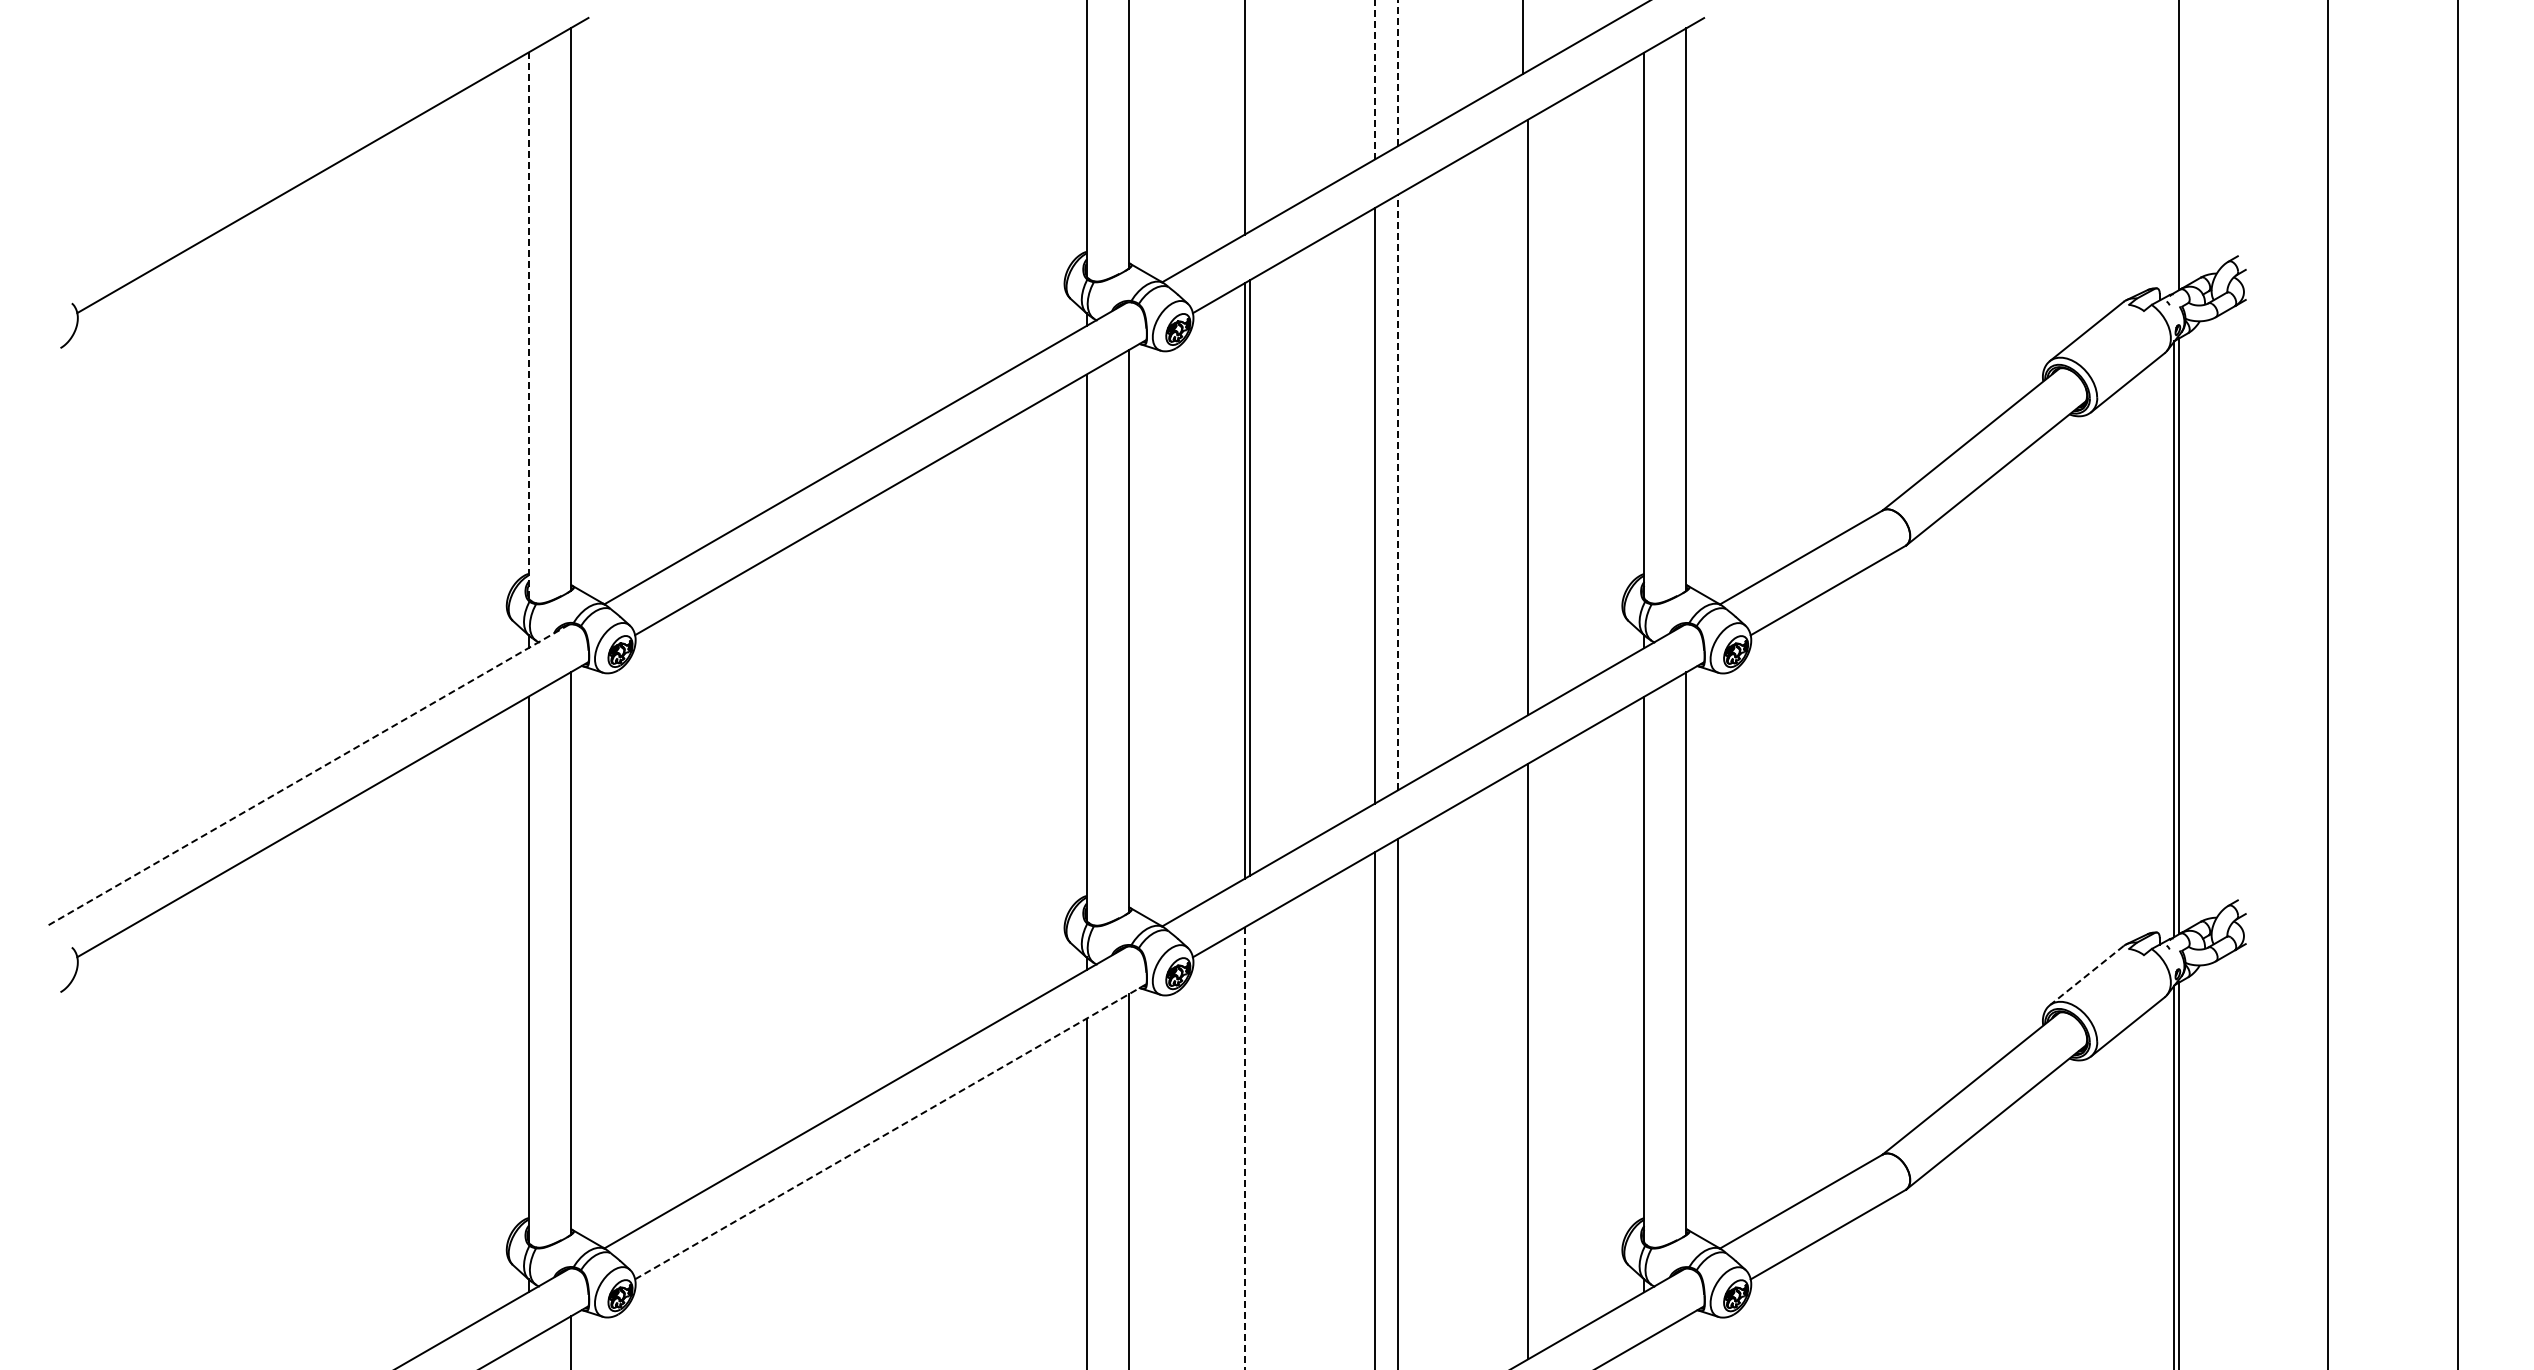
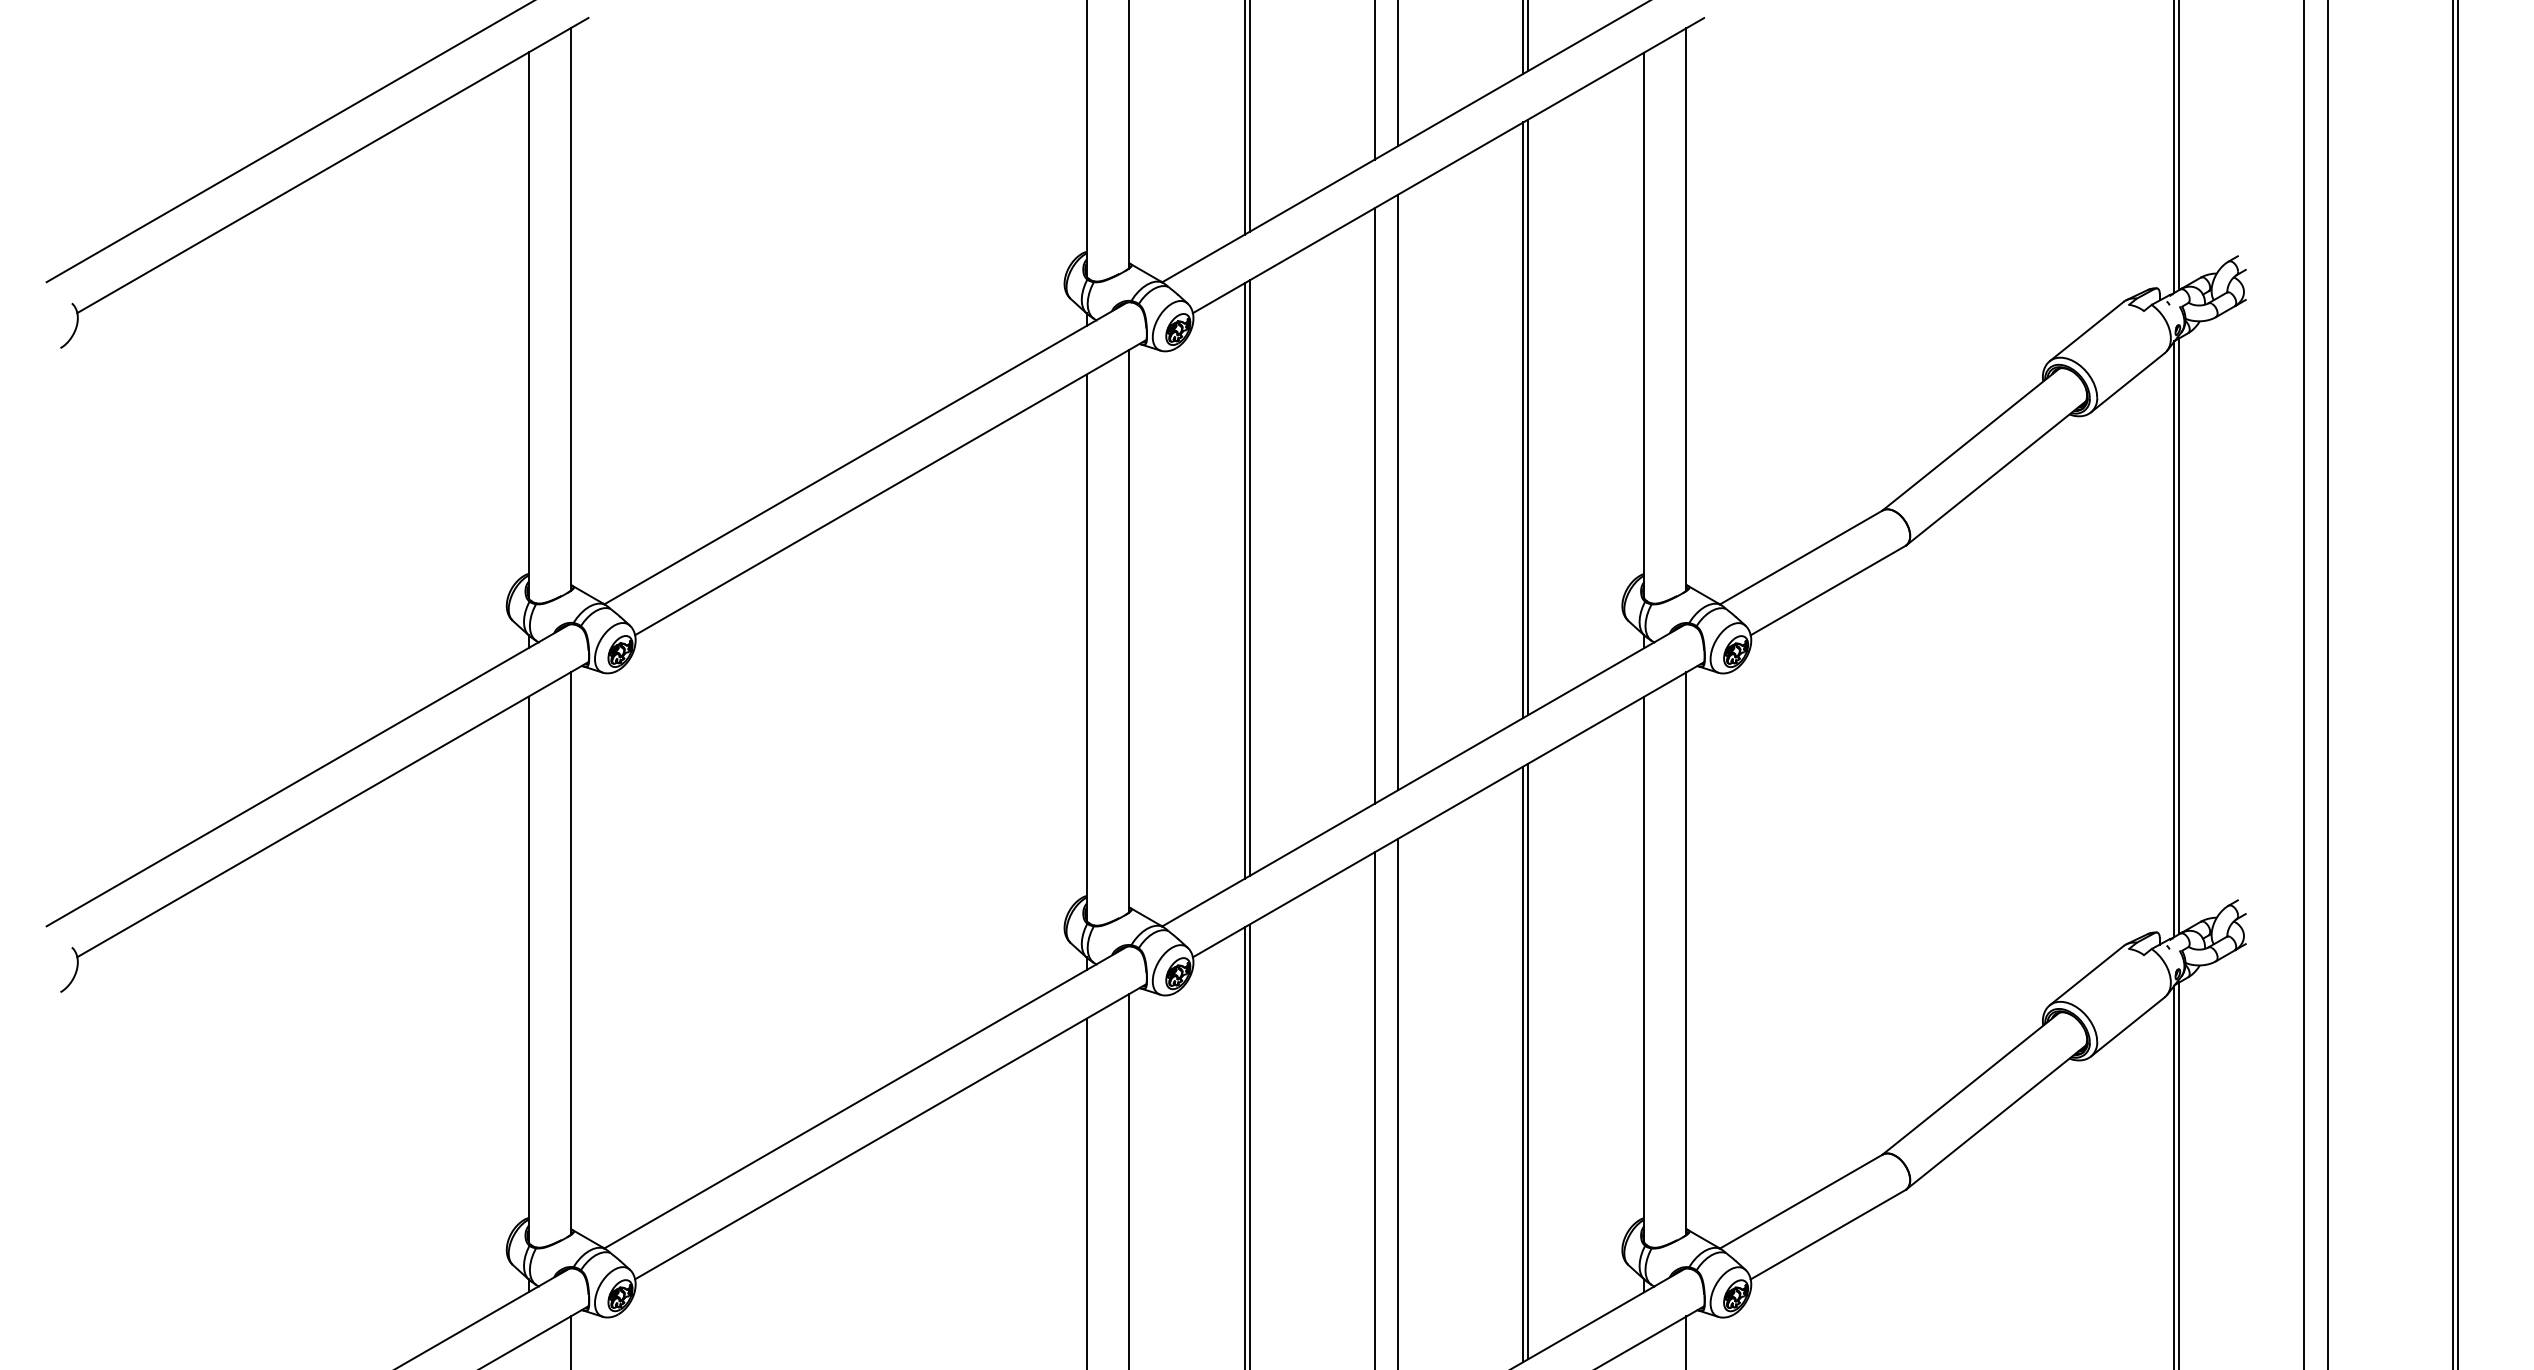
line at (1528, 36): none -> present
line at (1398, 73): dashed -> solid
line at (1374, 79): dashed -> solid
line at (1249, 116): none -> present
line at (288, 142): none -> present
line at (2174, 147): none -> present
line at (528, 325): dashed -> solid
line at (1523, 419): none -> present
line at (1398, 492): dashed -> solid
line at (2304, 684): none -> present
line at (2453, 684): none -> present
line at (307, 775): dashed -> solid
line at (2086, 975): dashed -> solid
line at (1523, 1064): none -> present
line at (891, 1131): dashed -> solid
line at (1249, 1145): none -> present
line at (1244, 1148): dashed -> solid
line at (1686, 1341): none -> present
